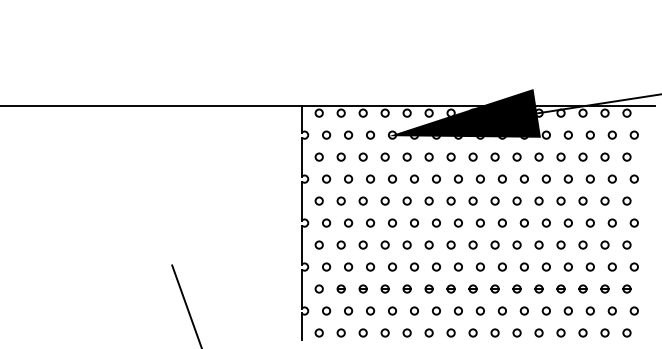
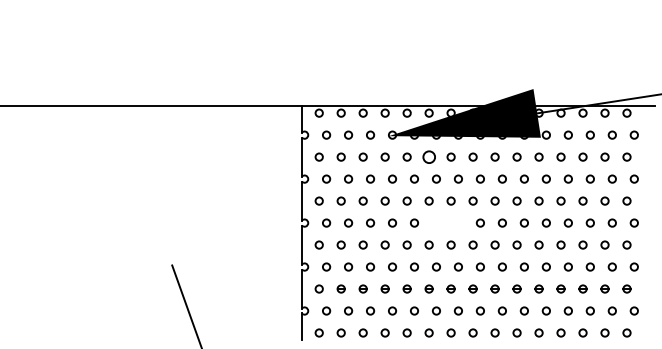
circle at (428, 156) size: 10x10 px -> 14x14 px
circle at (436, 222): present -> none
circle at (457, 222): present -> none
